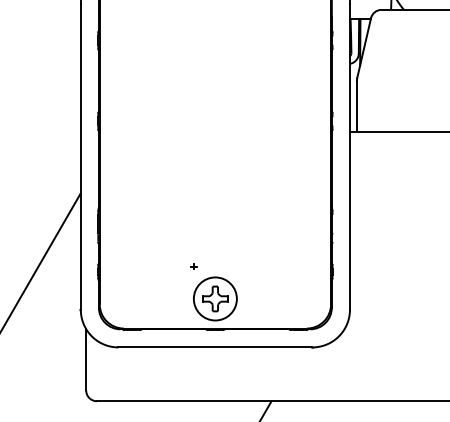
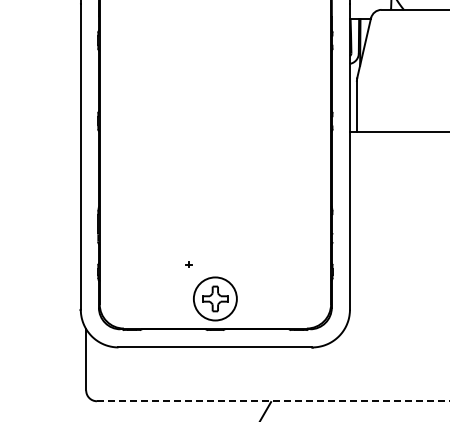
line at (41, 261): present -> none
part at (193, 266) position: (193, 266) -> (188, 264)
line at (273, 401): solid -> dashed
